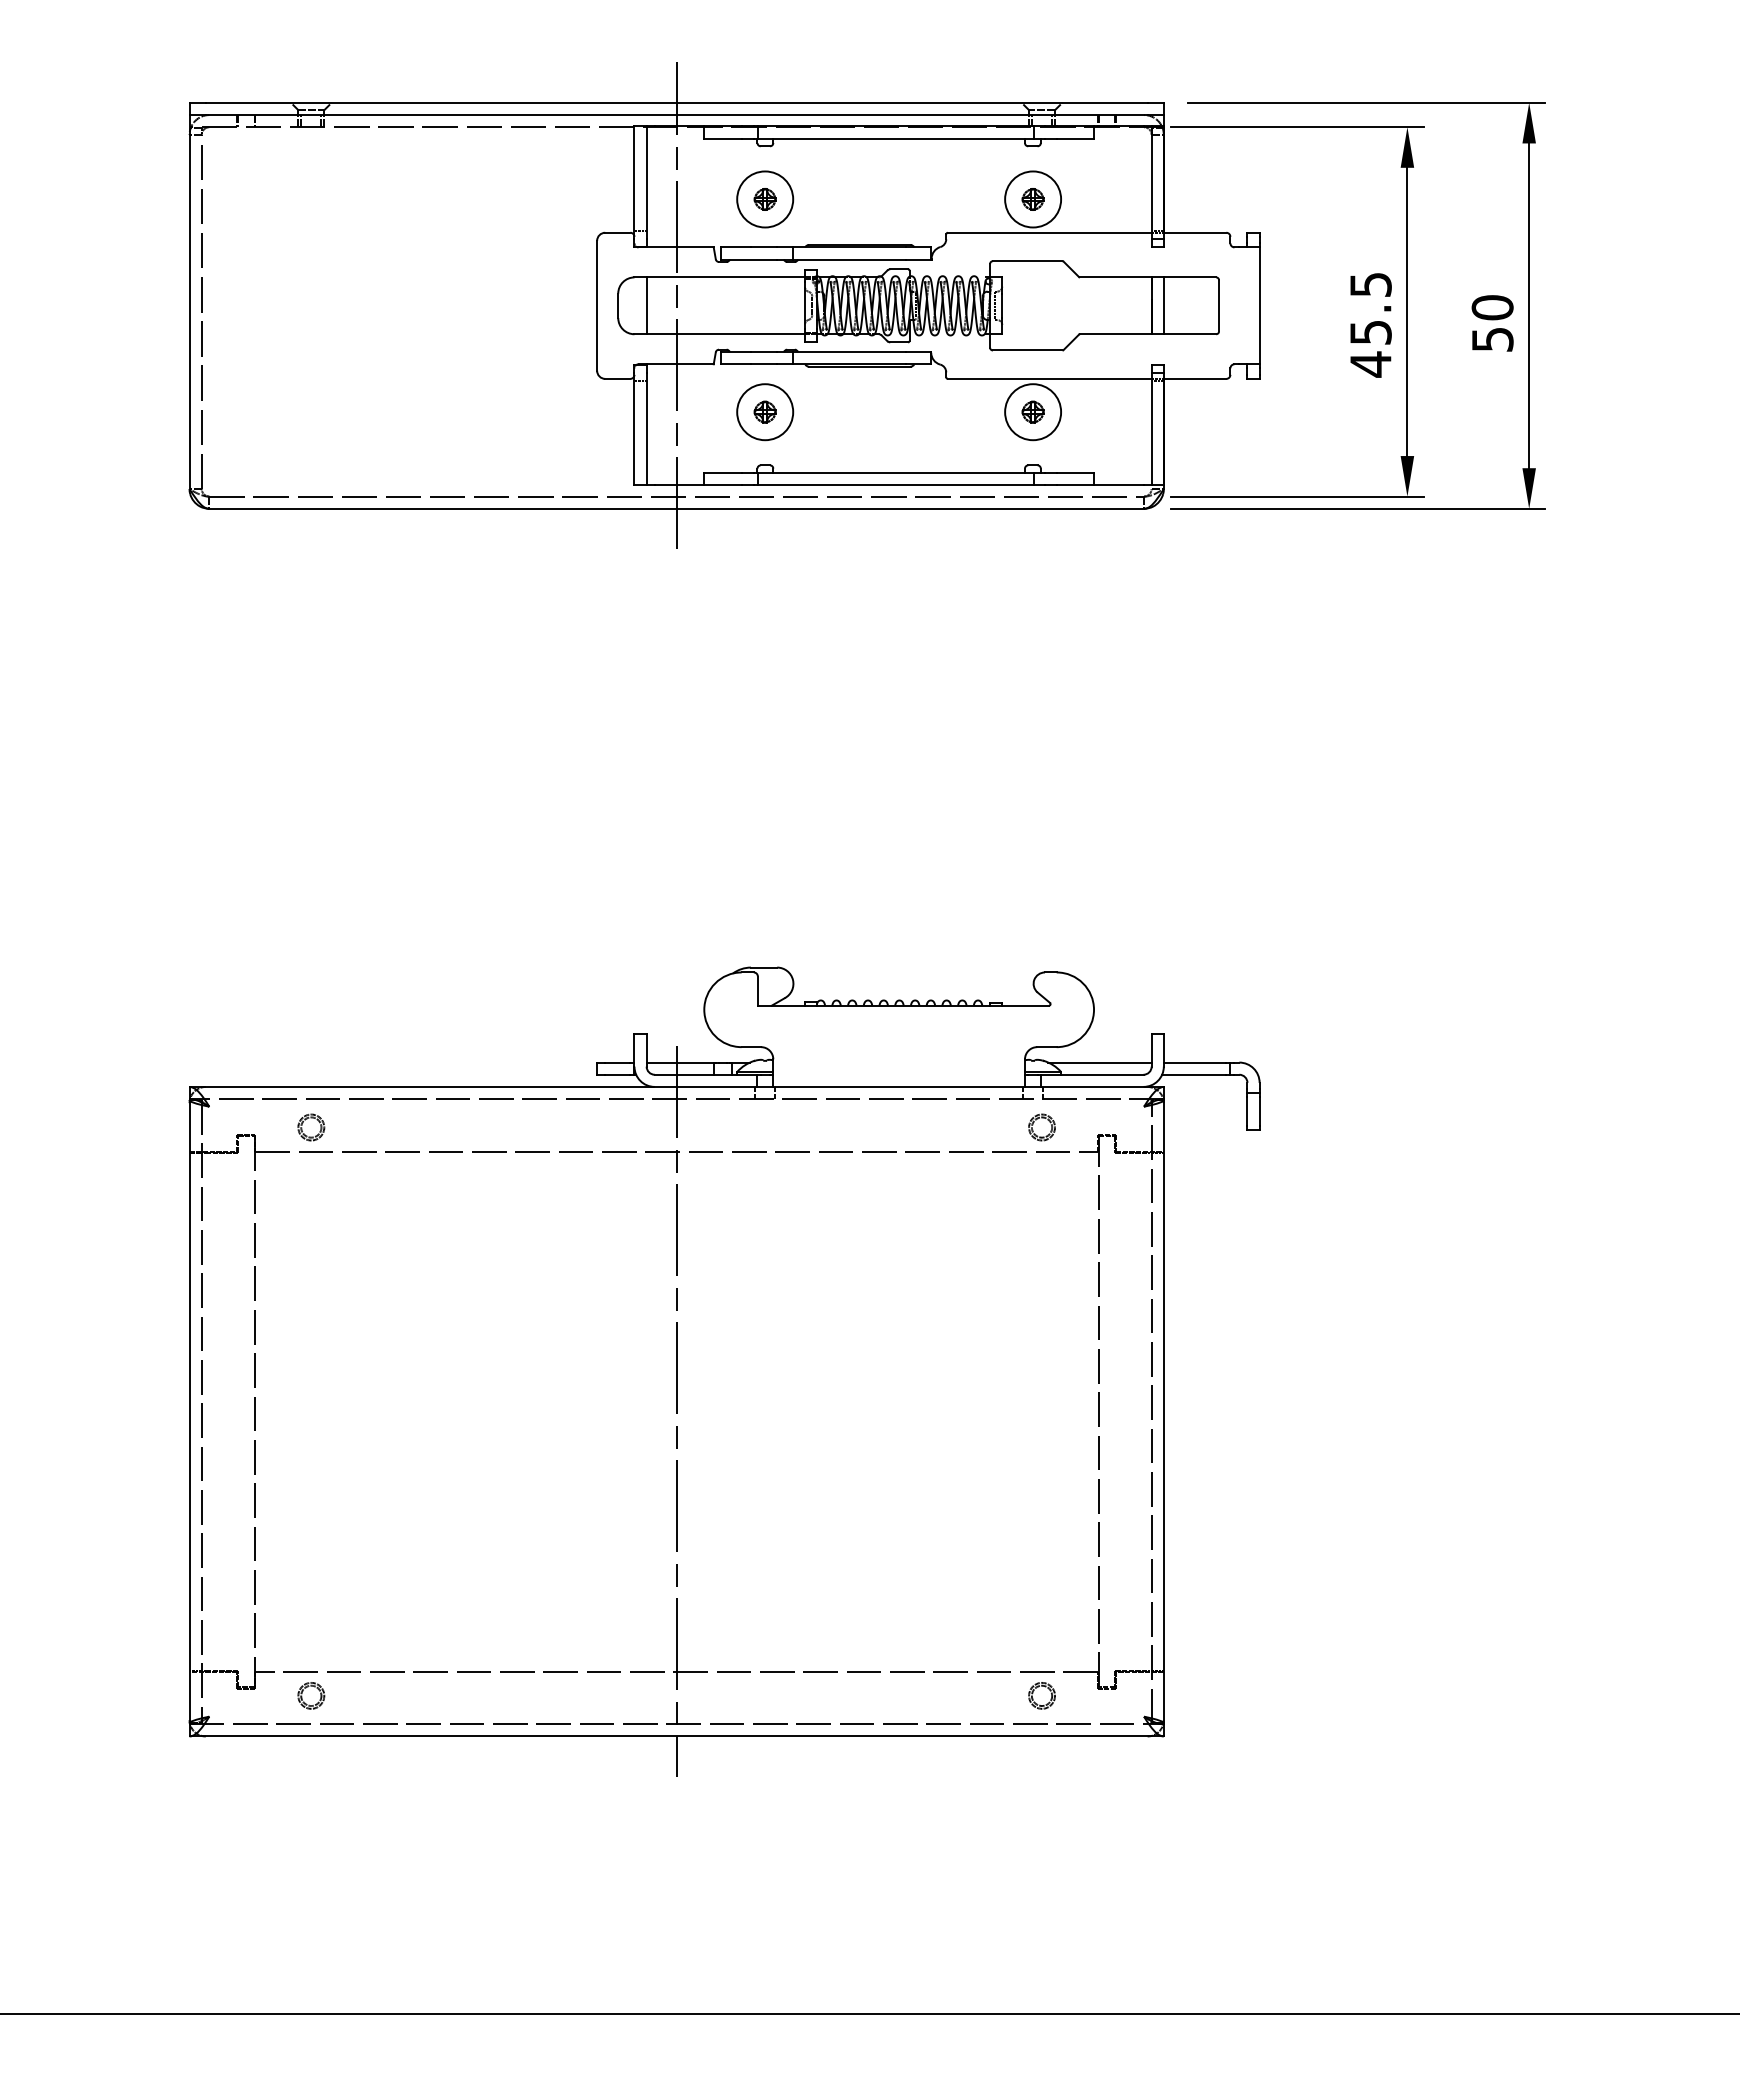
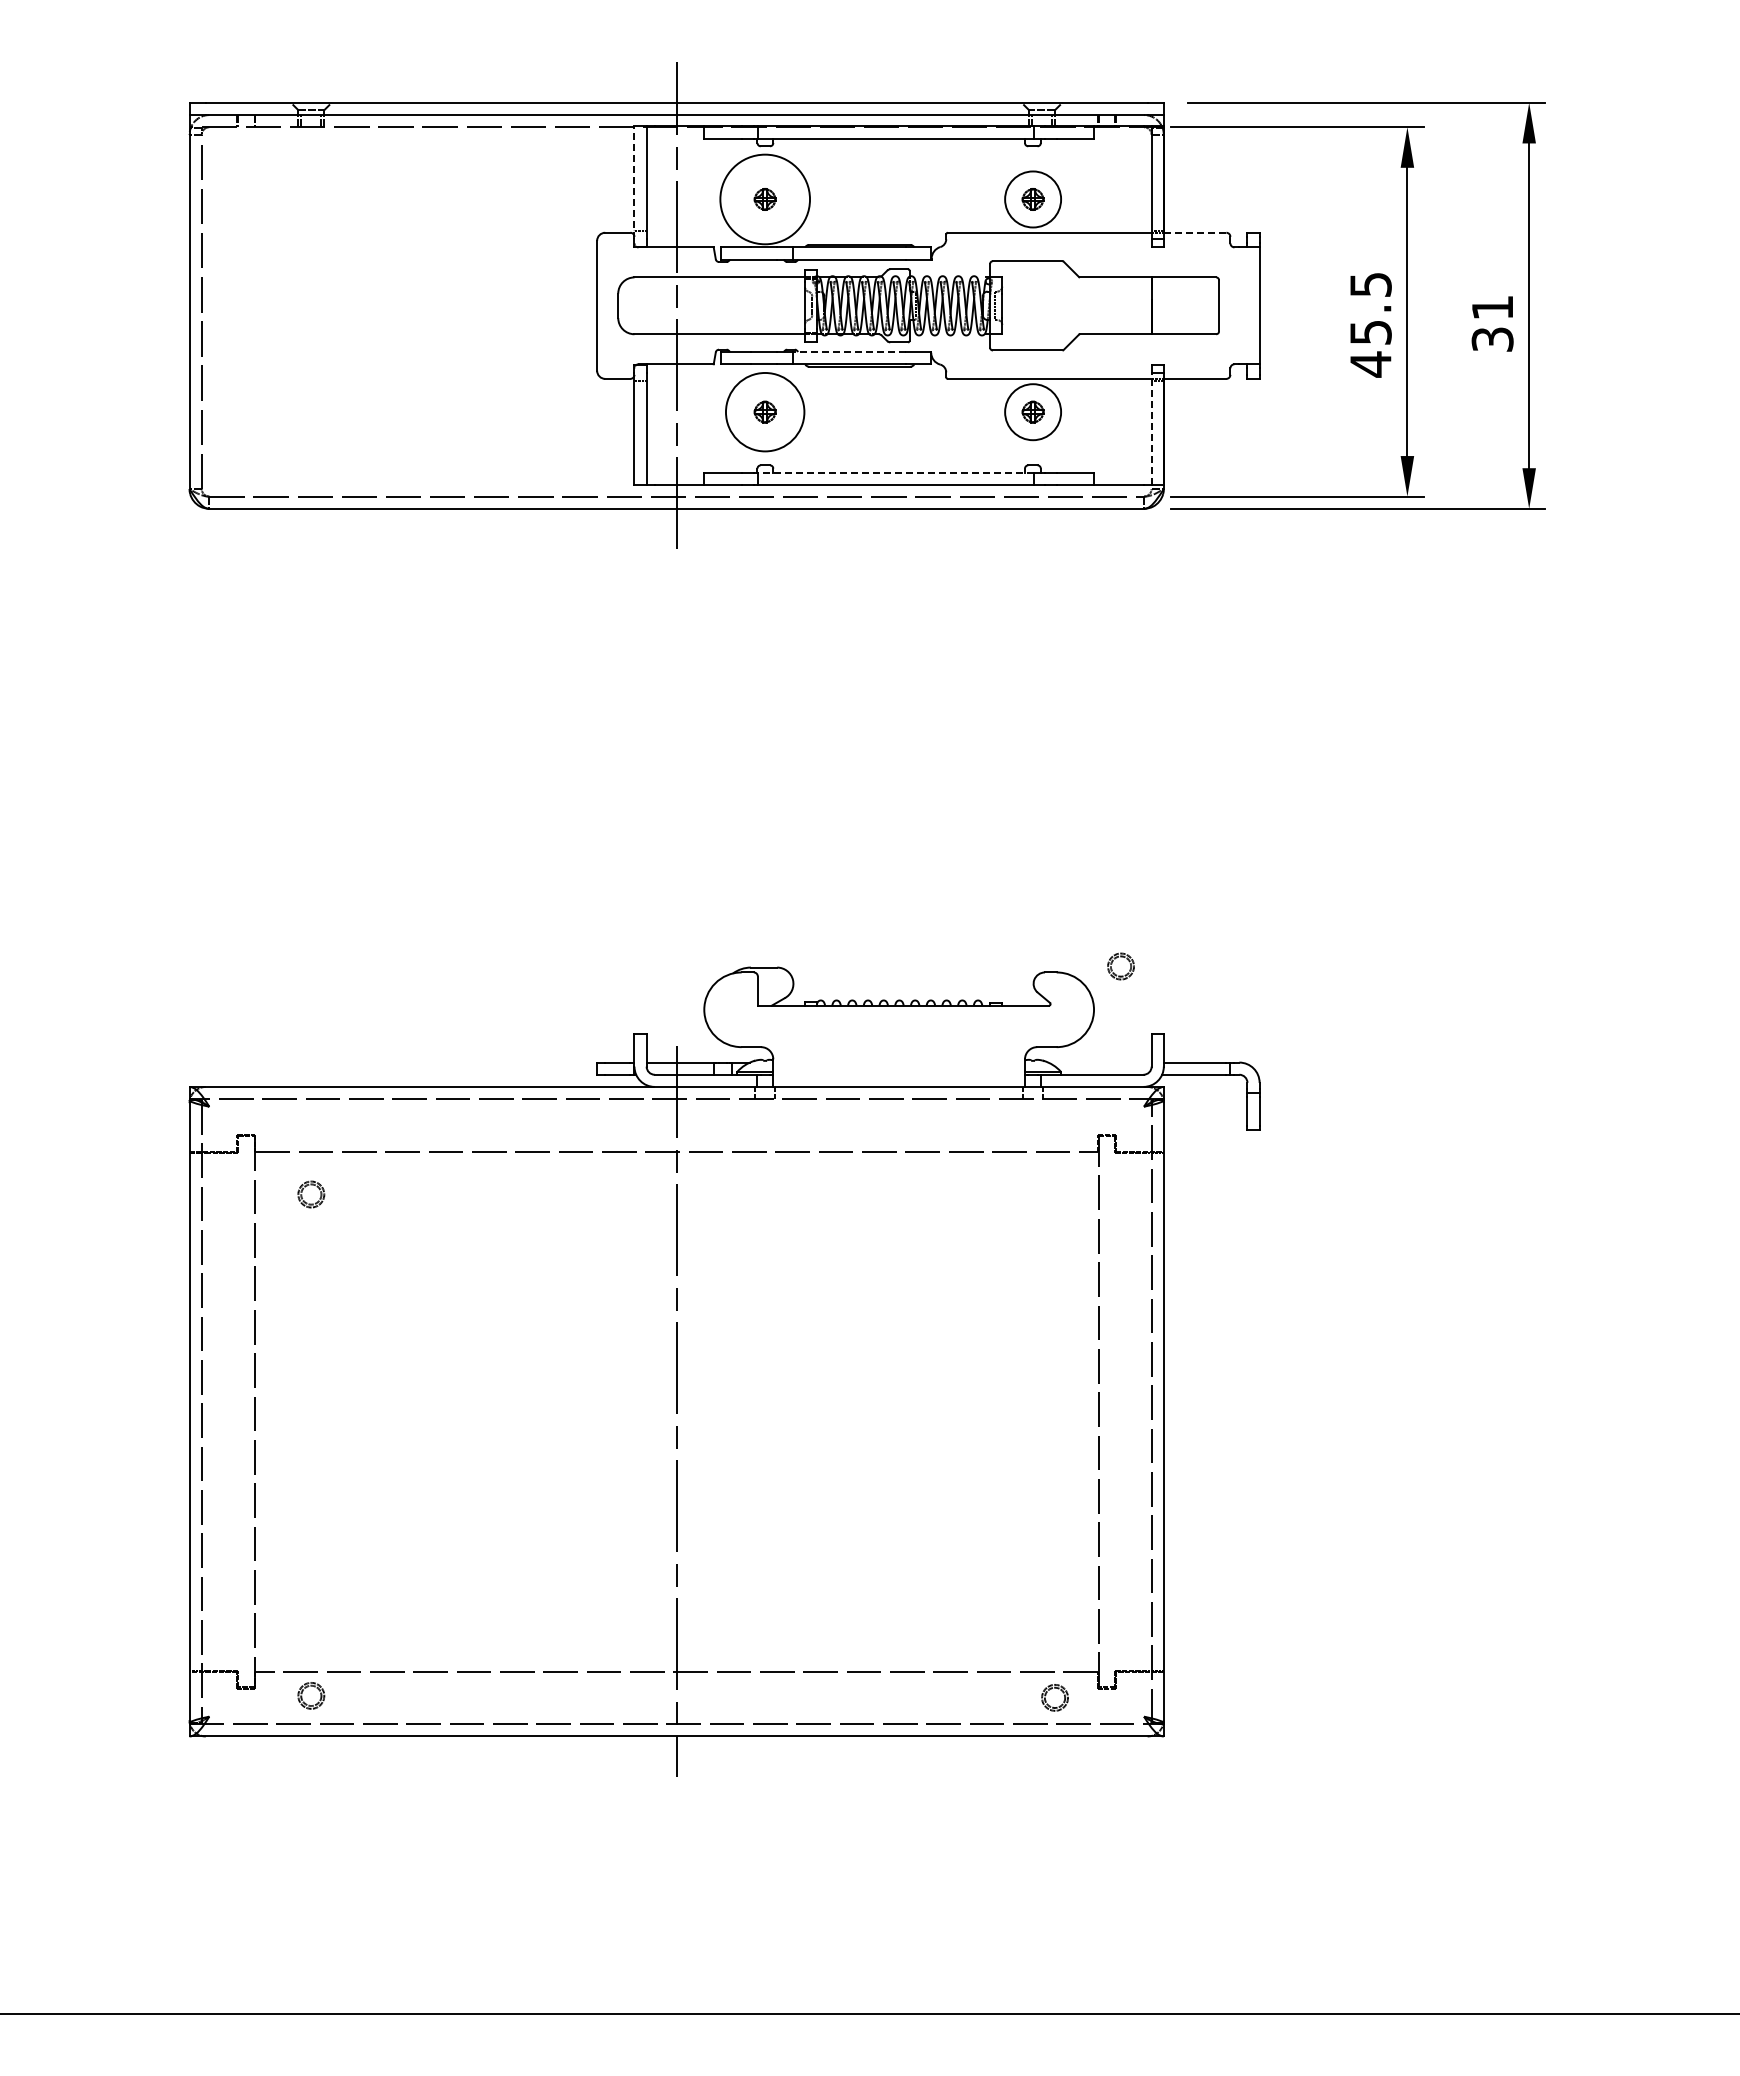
line at (634, 182): solid -> dashed
circle at (765, 199) diameter: 56 px -> 90 px
line at (1195, 232): solid -> dashed
line at (646, 305): present -> none
line at (1163, 305): present -> none
text at (1492, 322): 50 -> 31
line at (849, 352): solid -> dashed
circle at (765, 412) diameter: 56 px -> 78 px
line at (1151, 428): solid -> dashed
line at (895, 473): solid -> dashed
line at (1099, 1062): present -> none
part at (1033, 1125) position: (1033, 1125) -> (1112, 964)
part at (311, 1127) position: (311, 1127) -> (311, 1194)
part at (1033, 1693) position: (1033, 1693) -> (1046, 1695)
